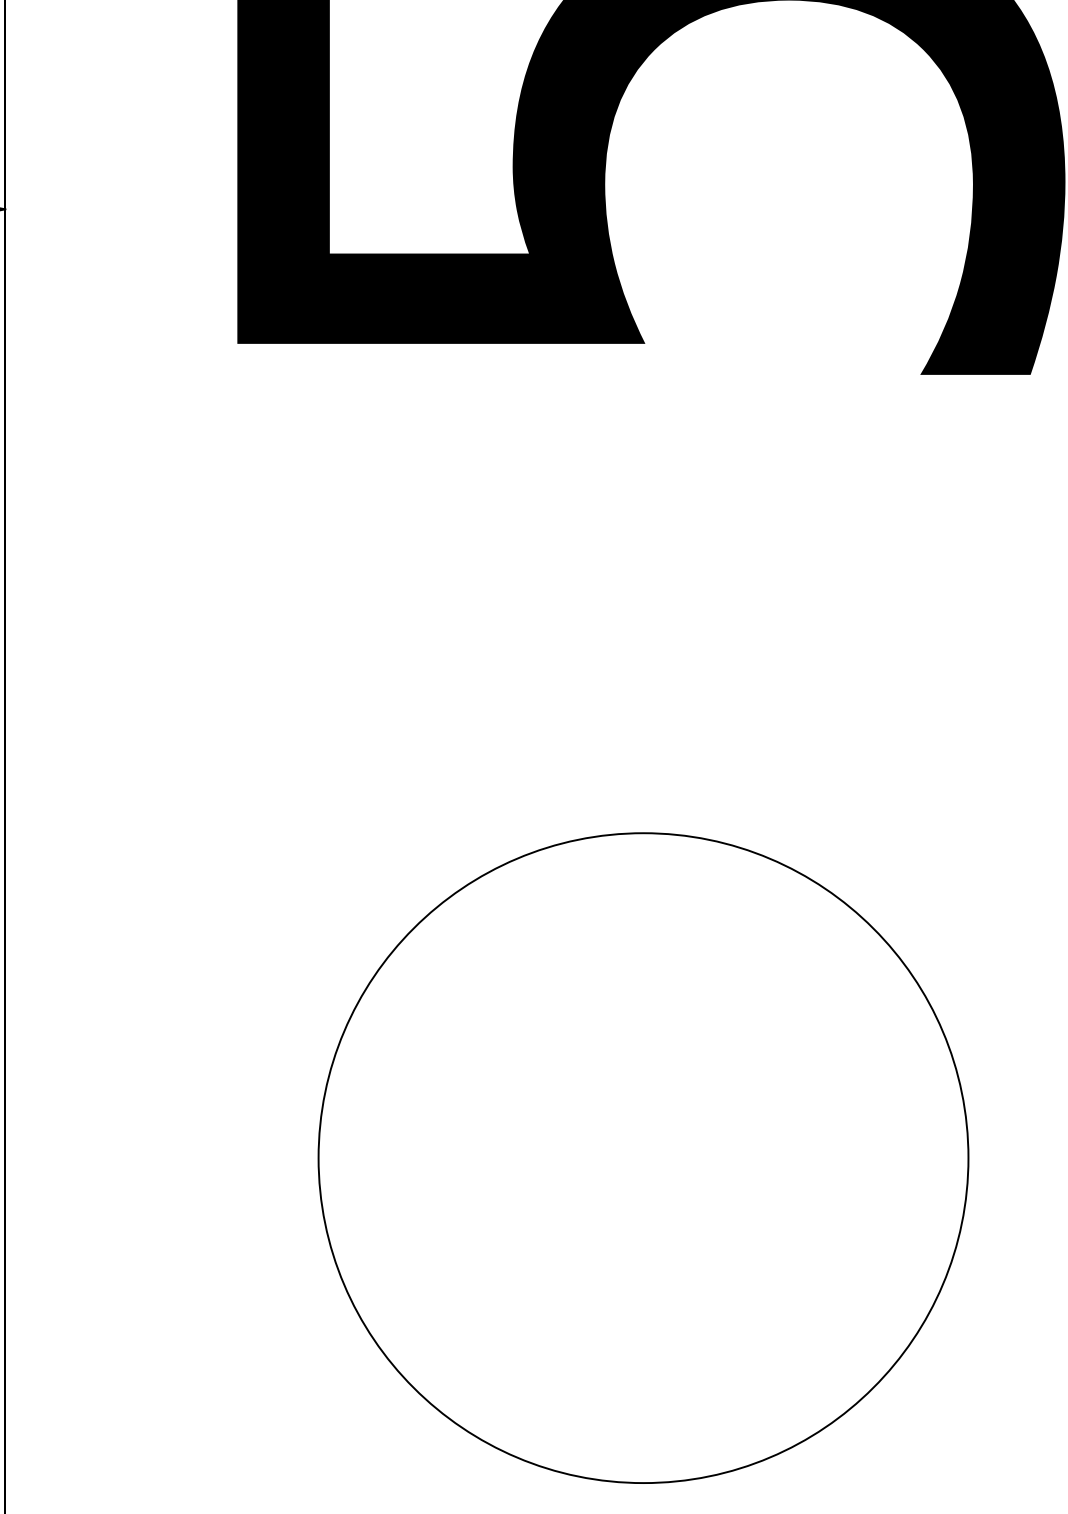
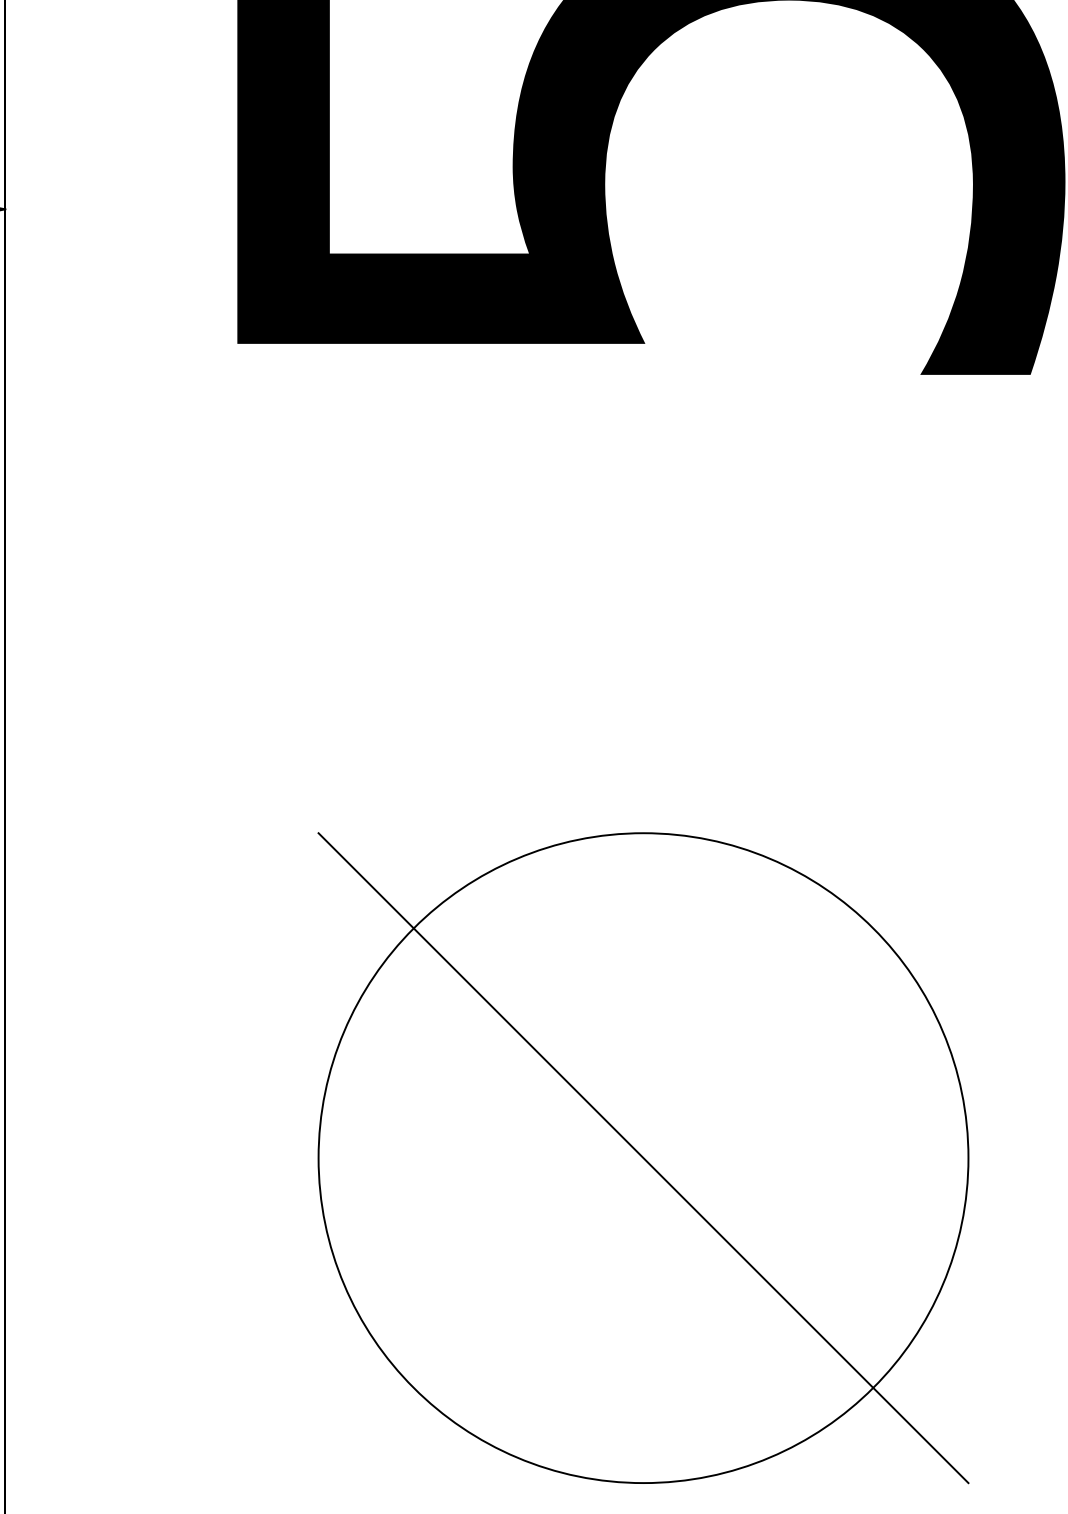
line at (643, 1158): none -> present
